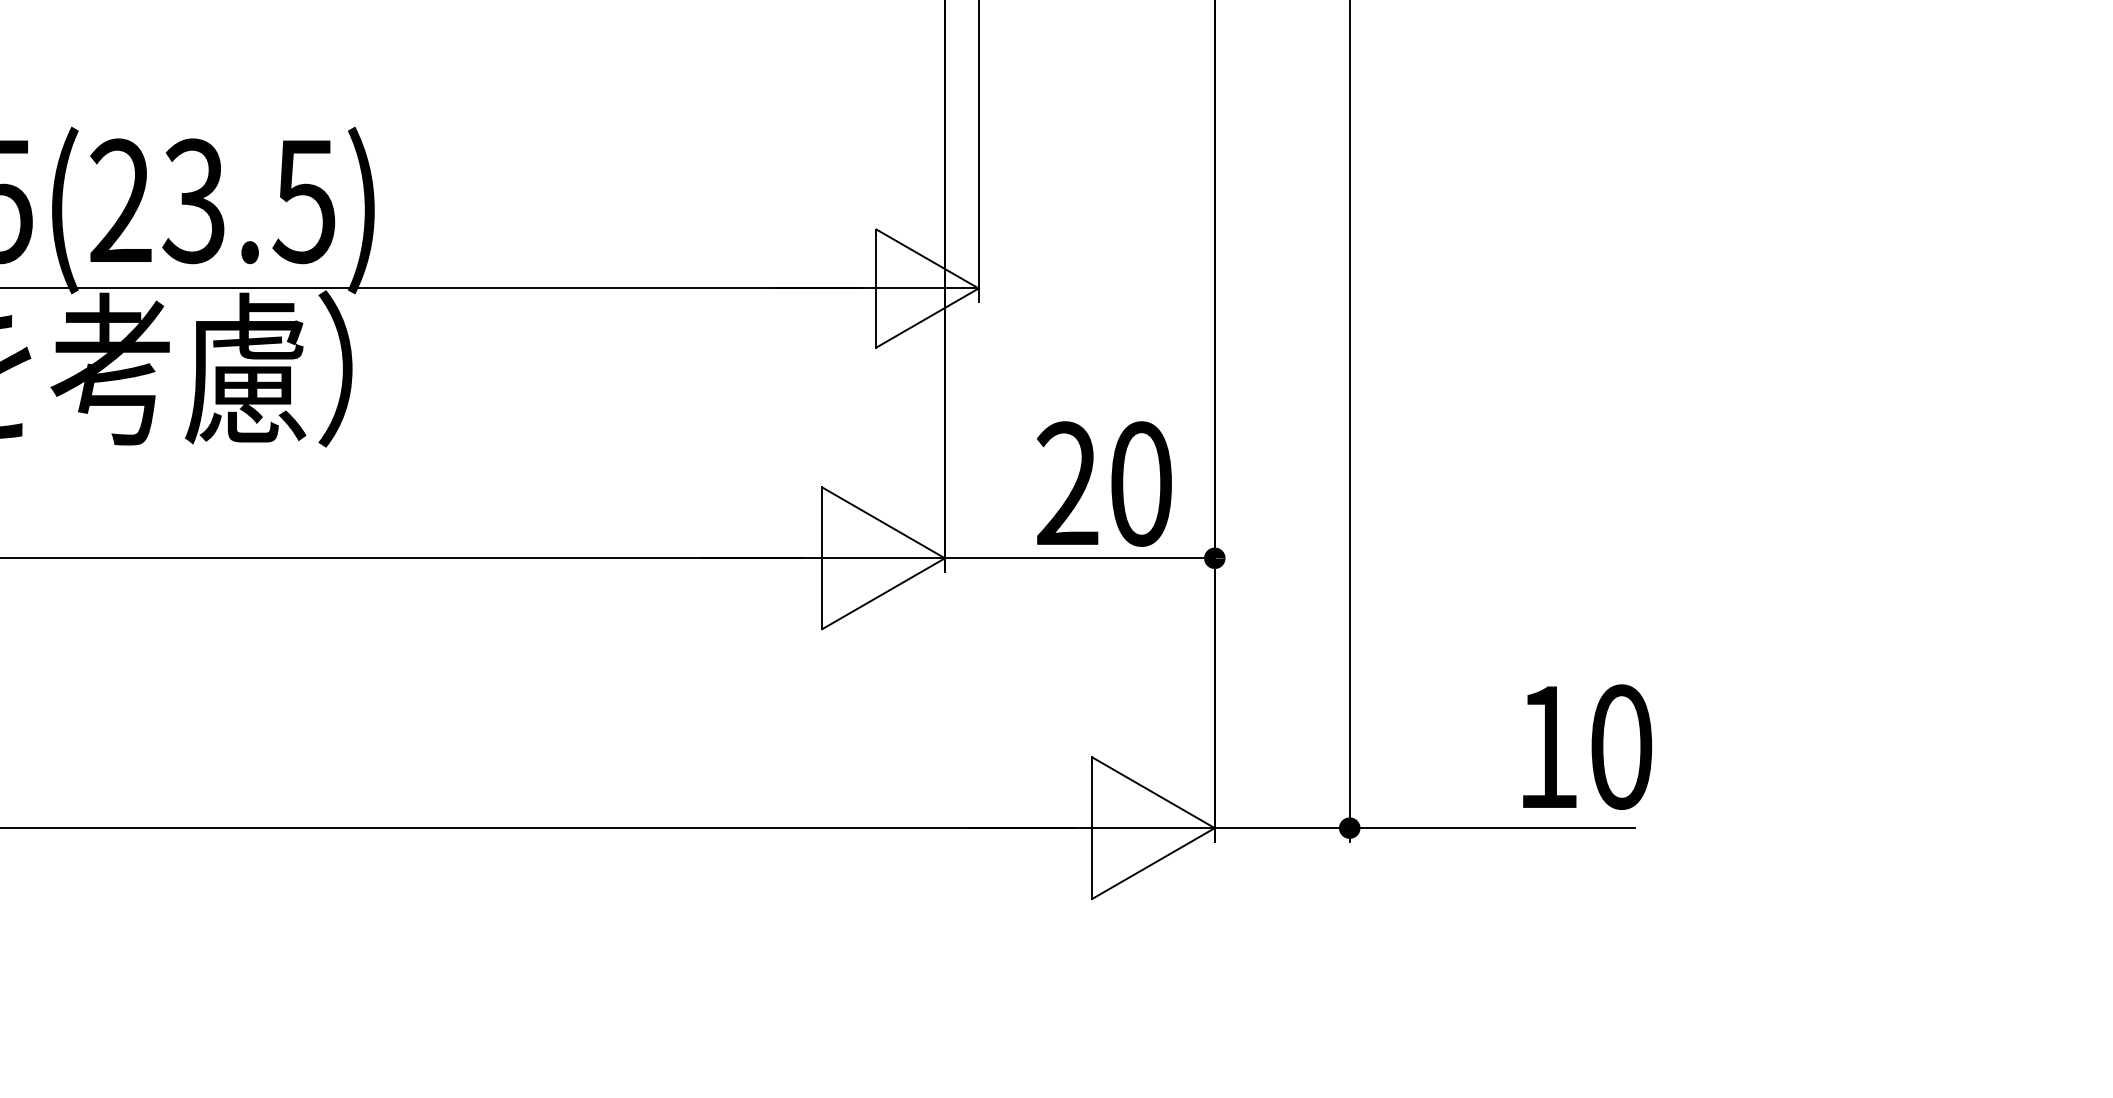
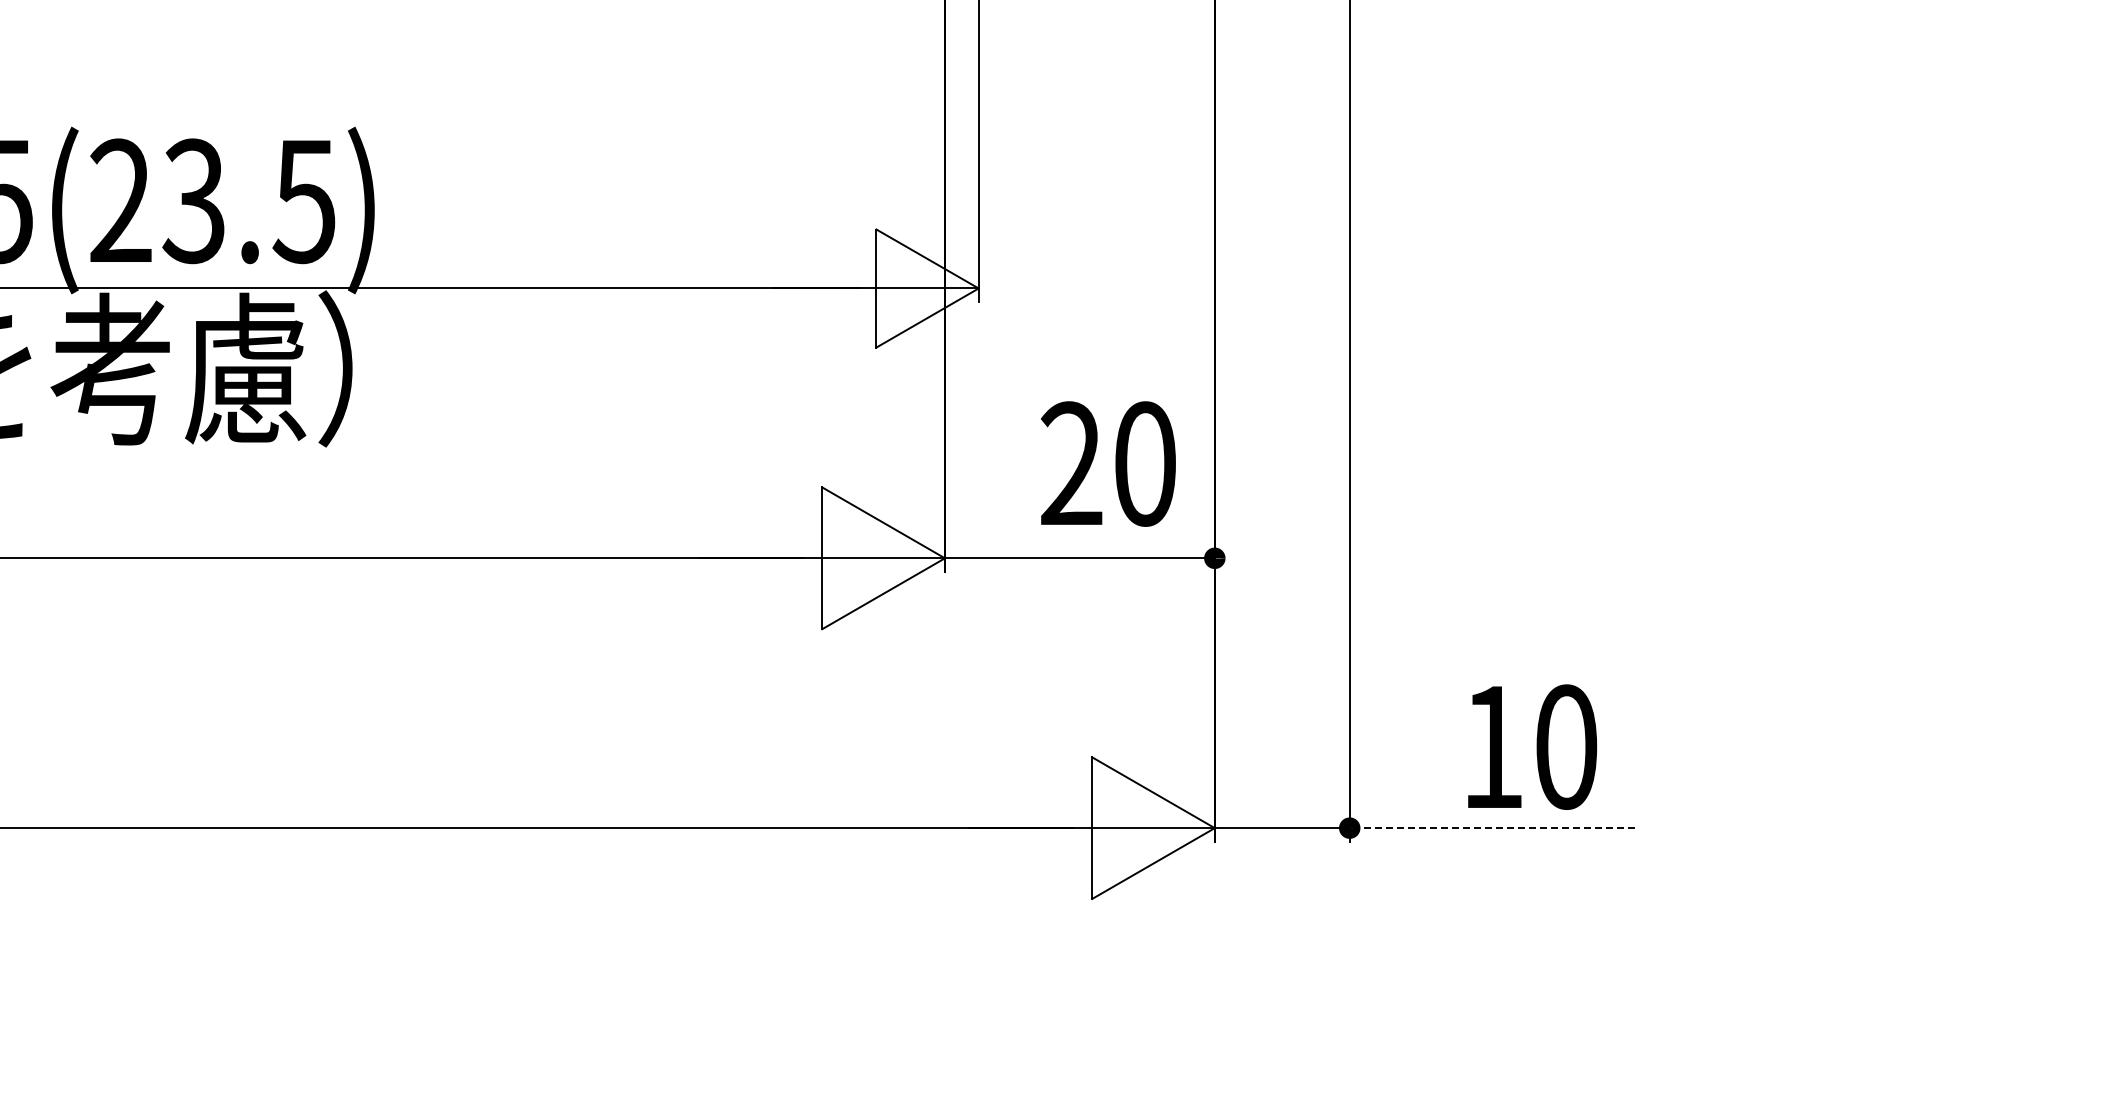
text at (1104, 483) position: (1104, 483) -> (1108, 463)
text at (1587, 746) position: (1587, 746) -> (1532, 746)
line at (1492, 828): solid -> dashed
